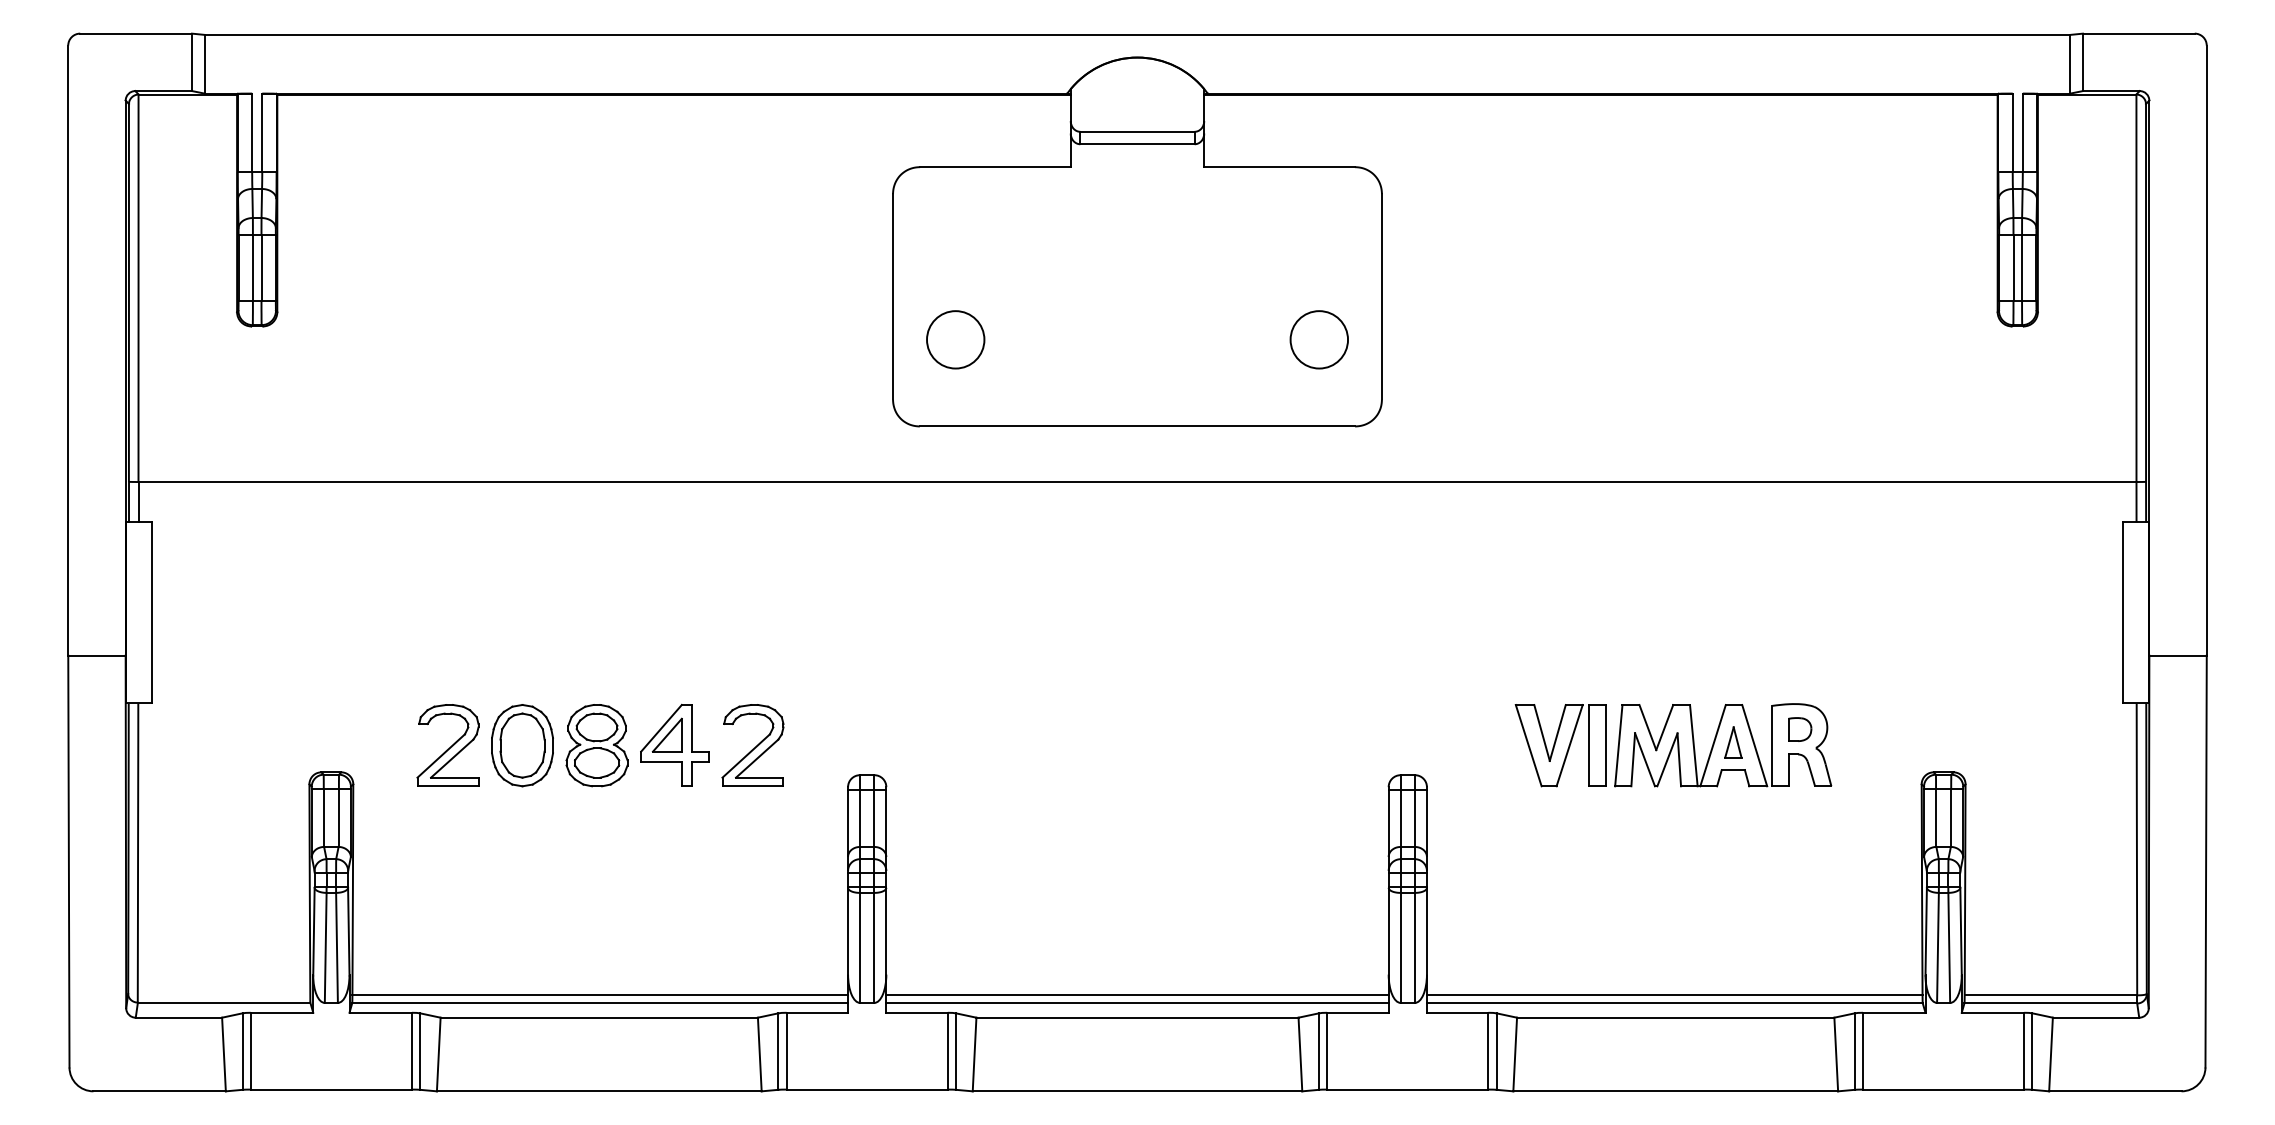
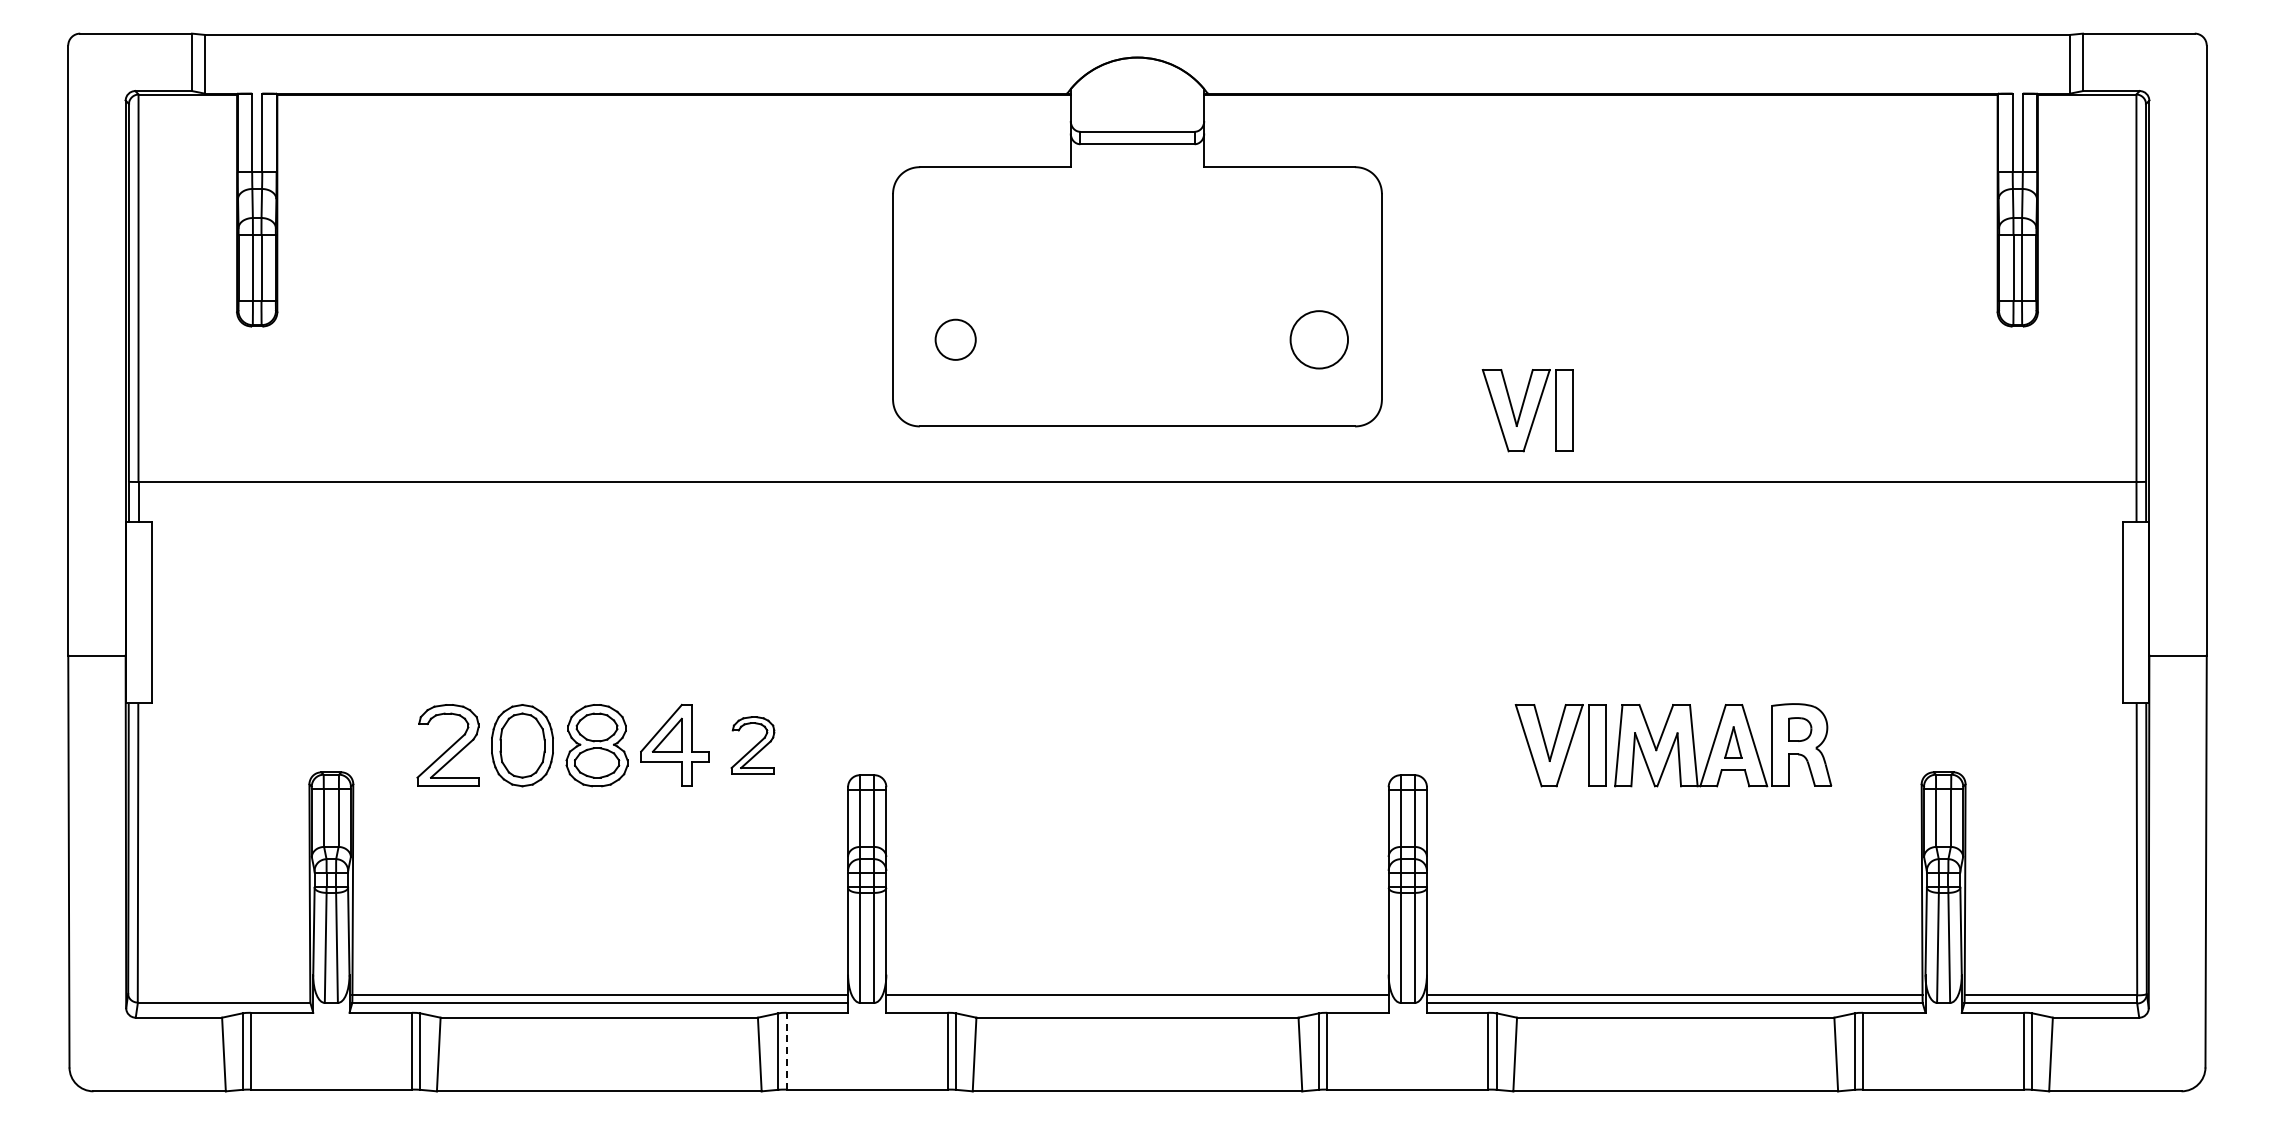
circle at (955, 339) diameter: 57 px -> 40 px
part at (1527, 410): none -> present
part at (752, 745) size: 64x83 px -> 46x59 px
line at (1137, 1003): present -> none
line at (786, 1050): solid -> dashed
